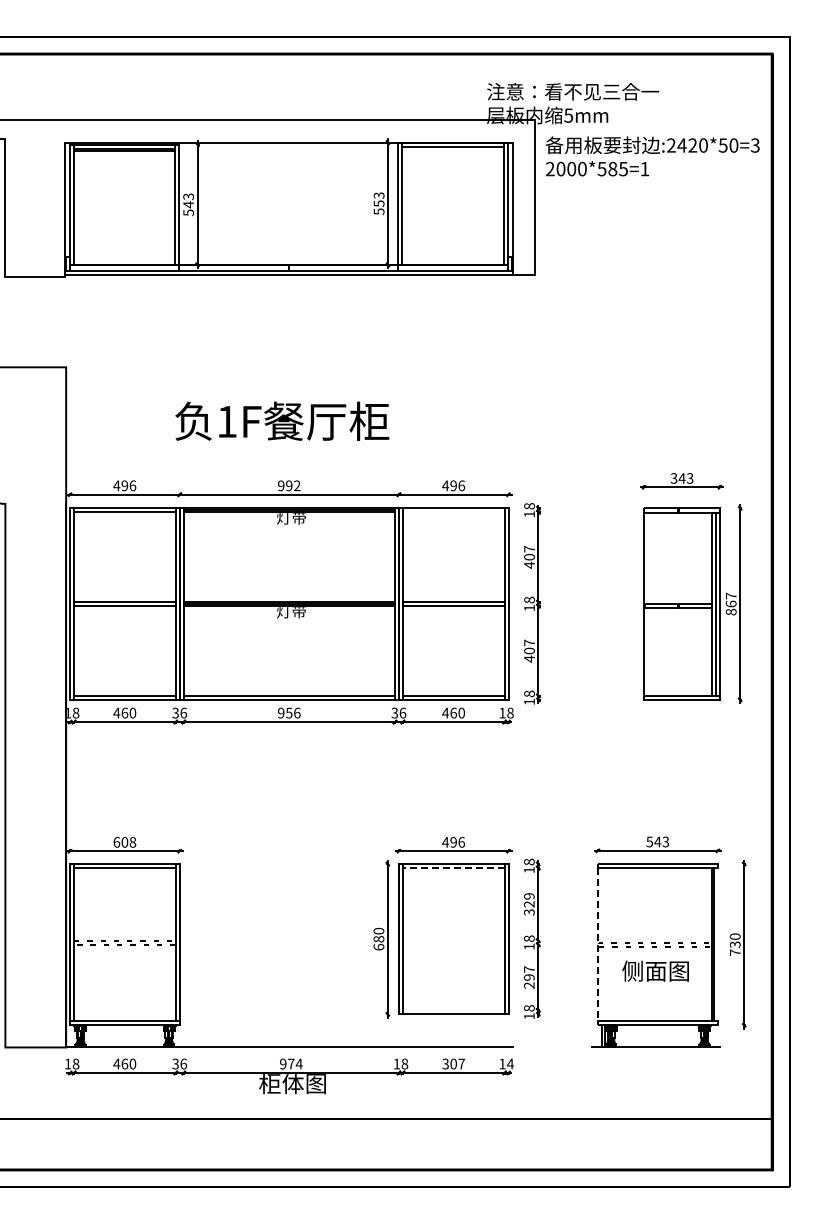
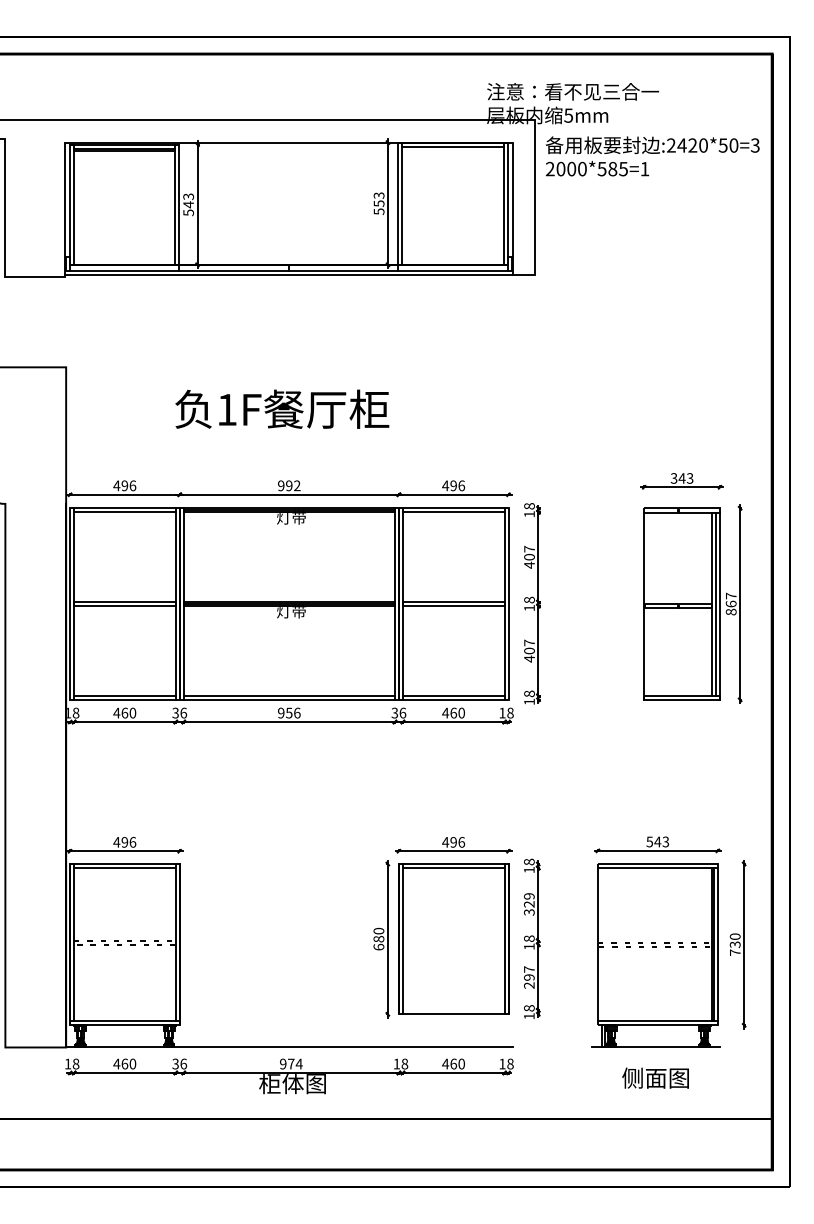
text at (282, 420) position: (282, 420) -> (282, 408)
line at (453, 512): none -> present
text at (124, 842): 608 -> 496
line at (453, 868): dashed -> solid
line at (597, 944): dashed -> solid
line at (717, 944): none -> present
text at (655, 970) position: (655, 970) -> (655, 1077)
text at (453, 1063): 307 -> 460
text at (510, 1063): 14 -> 18
